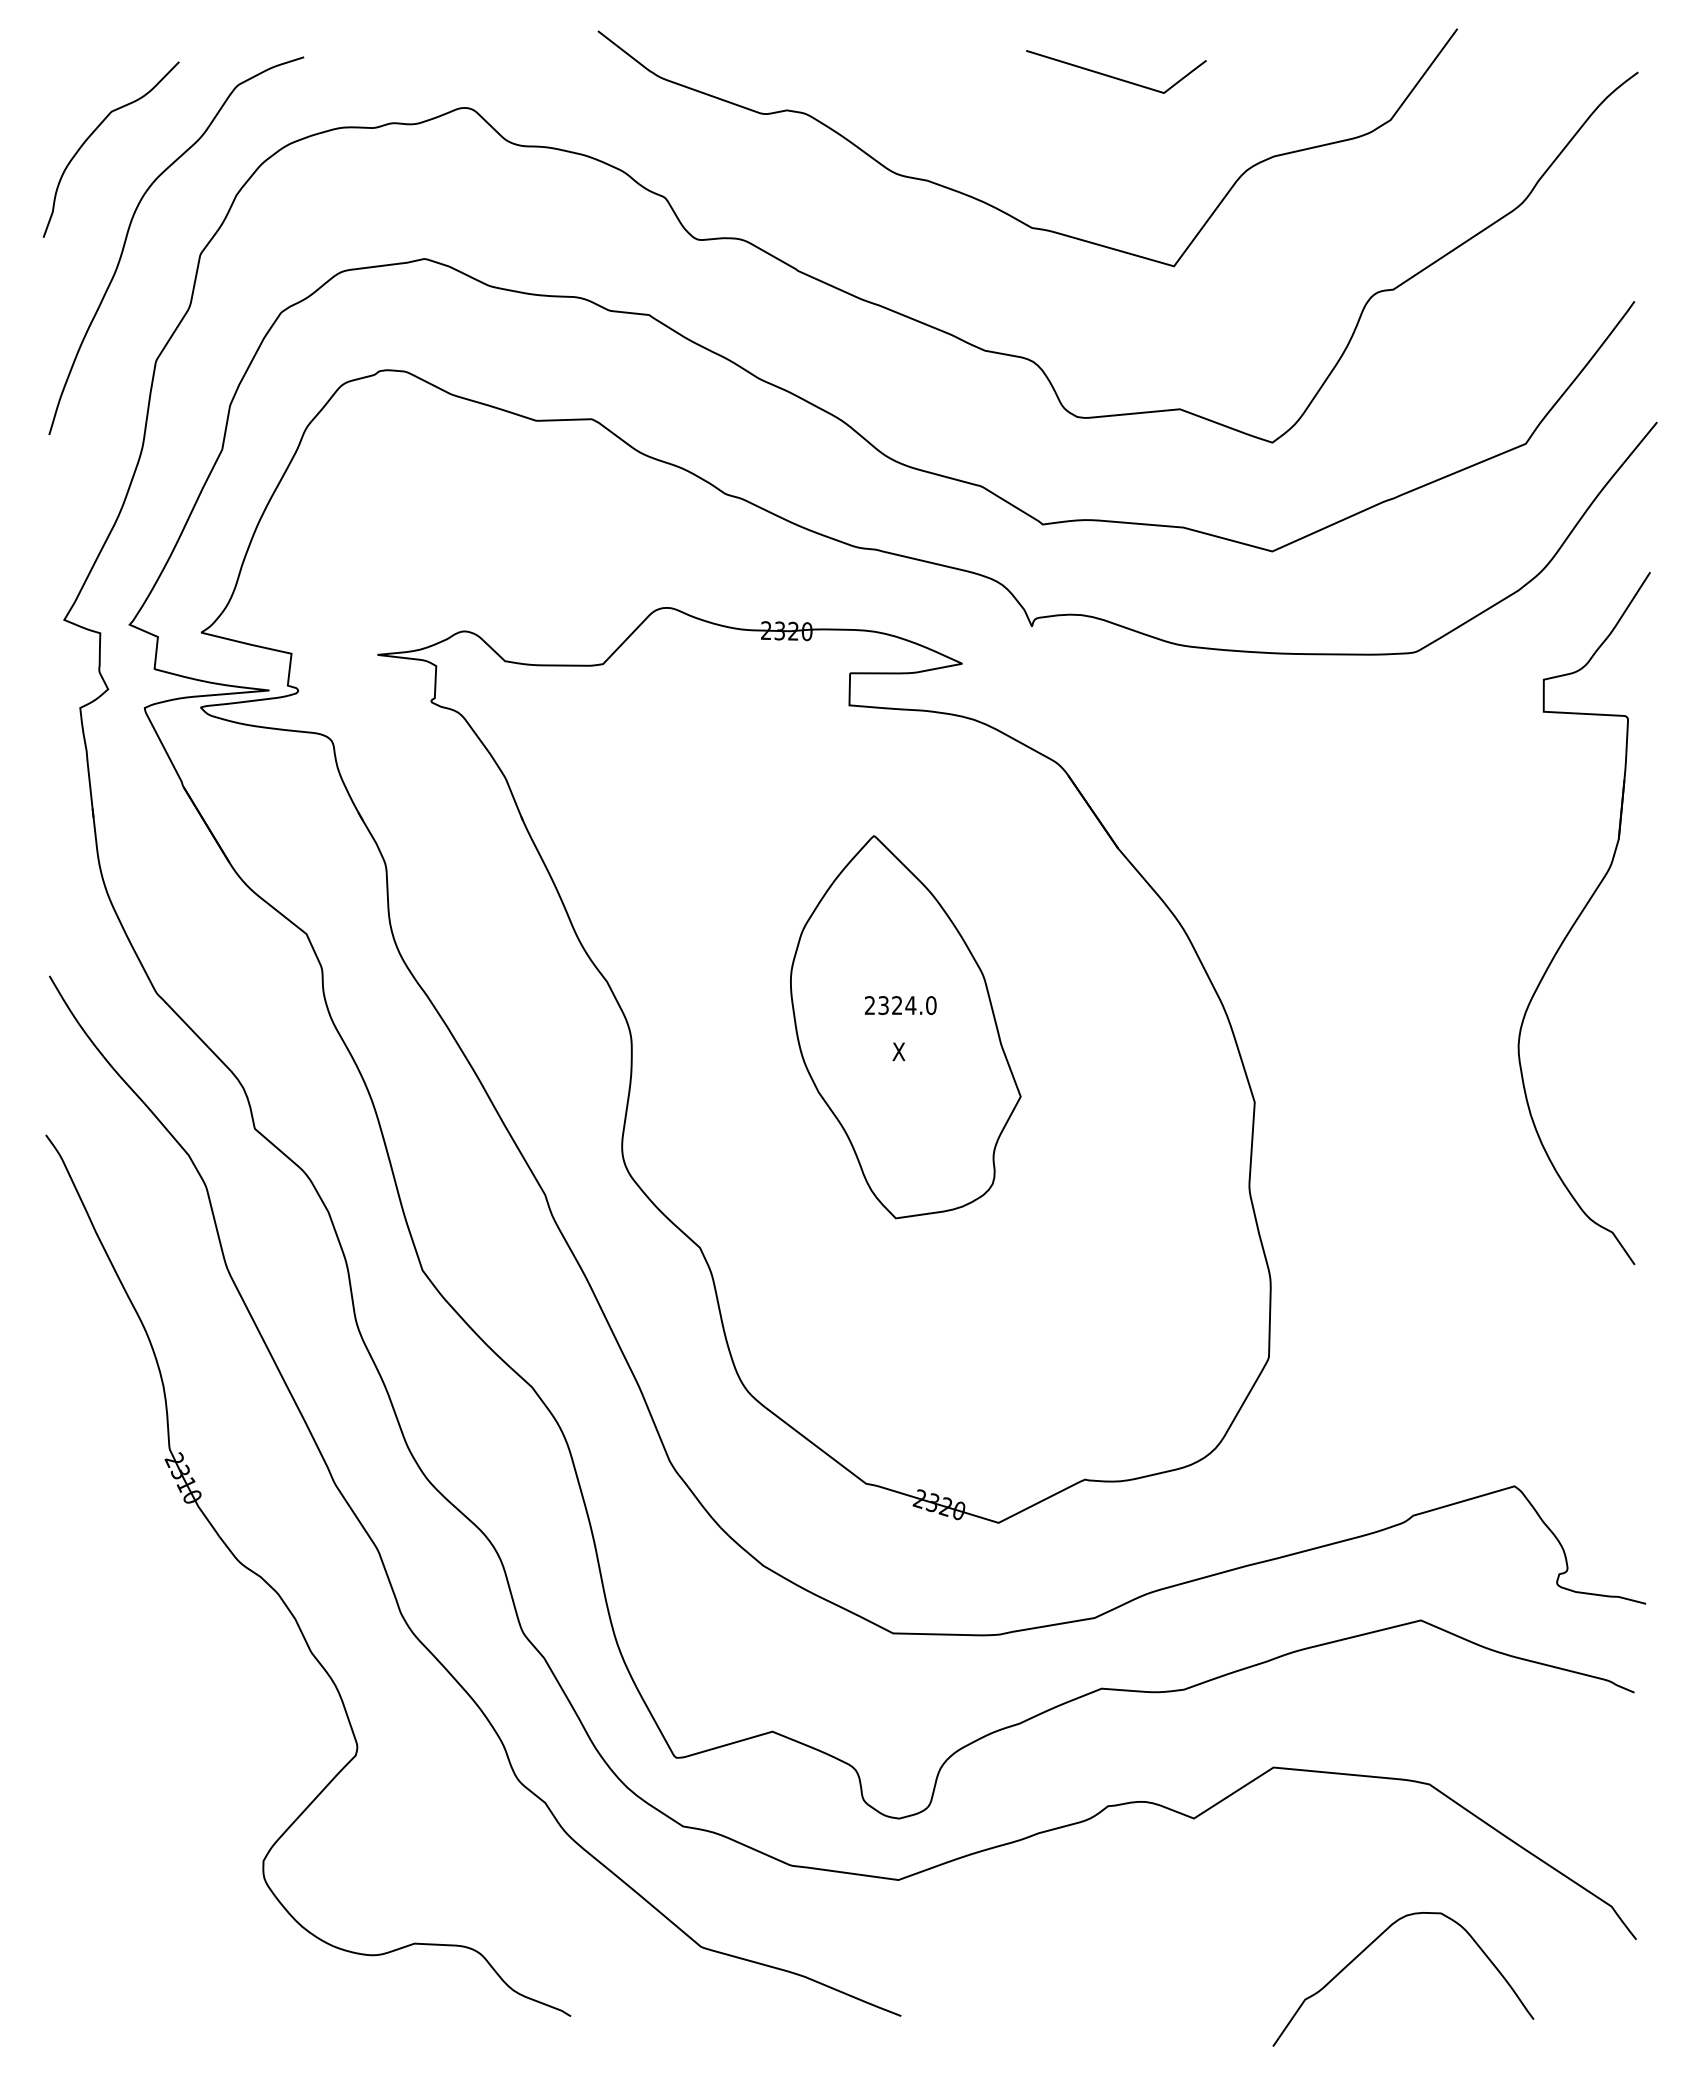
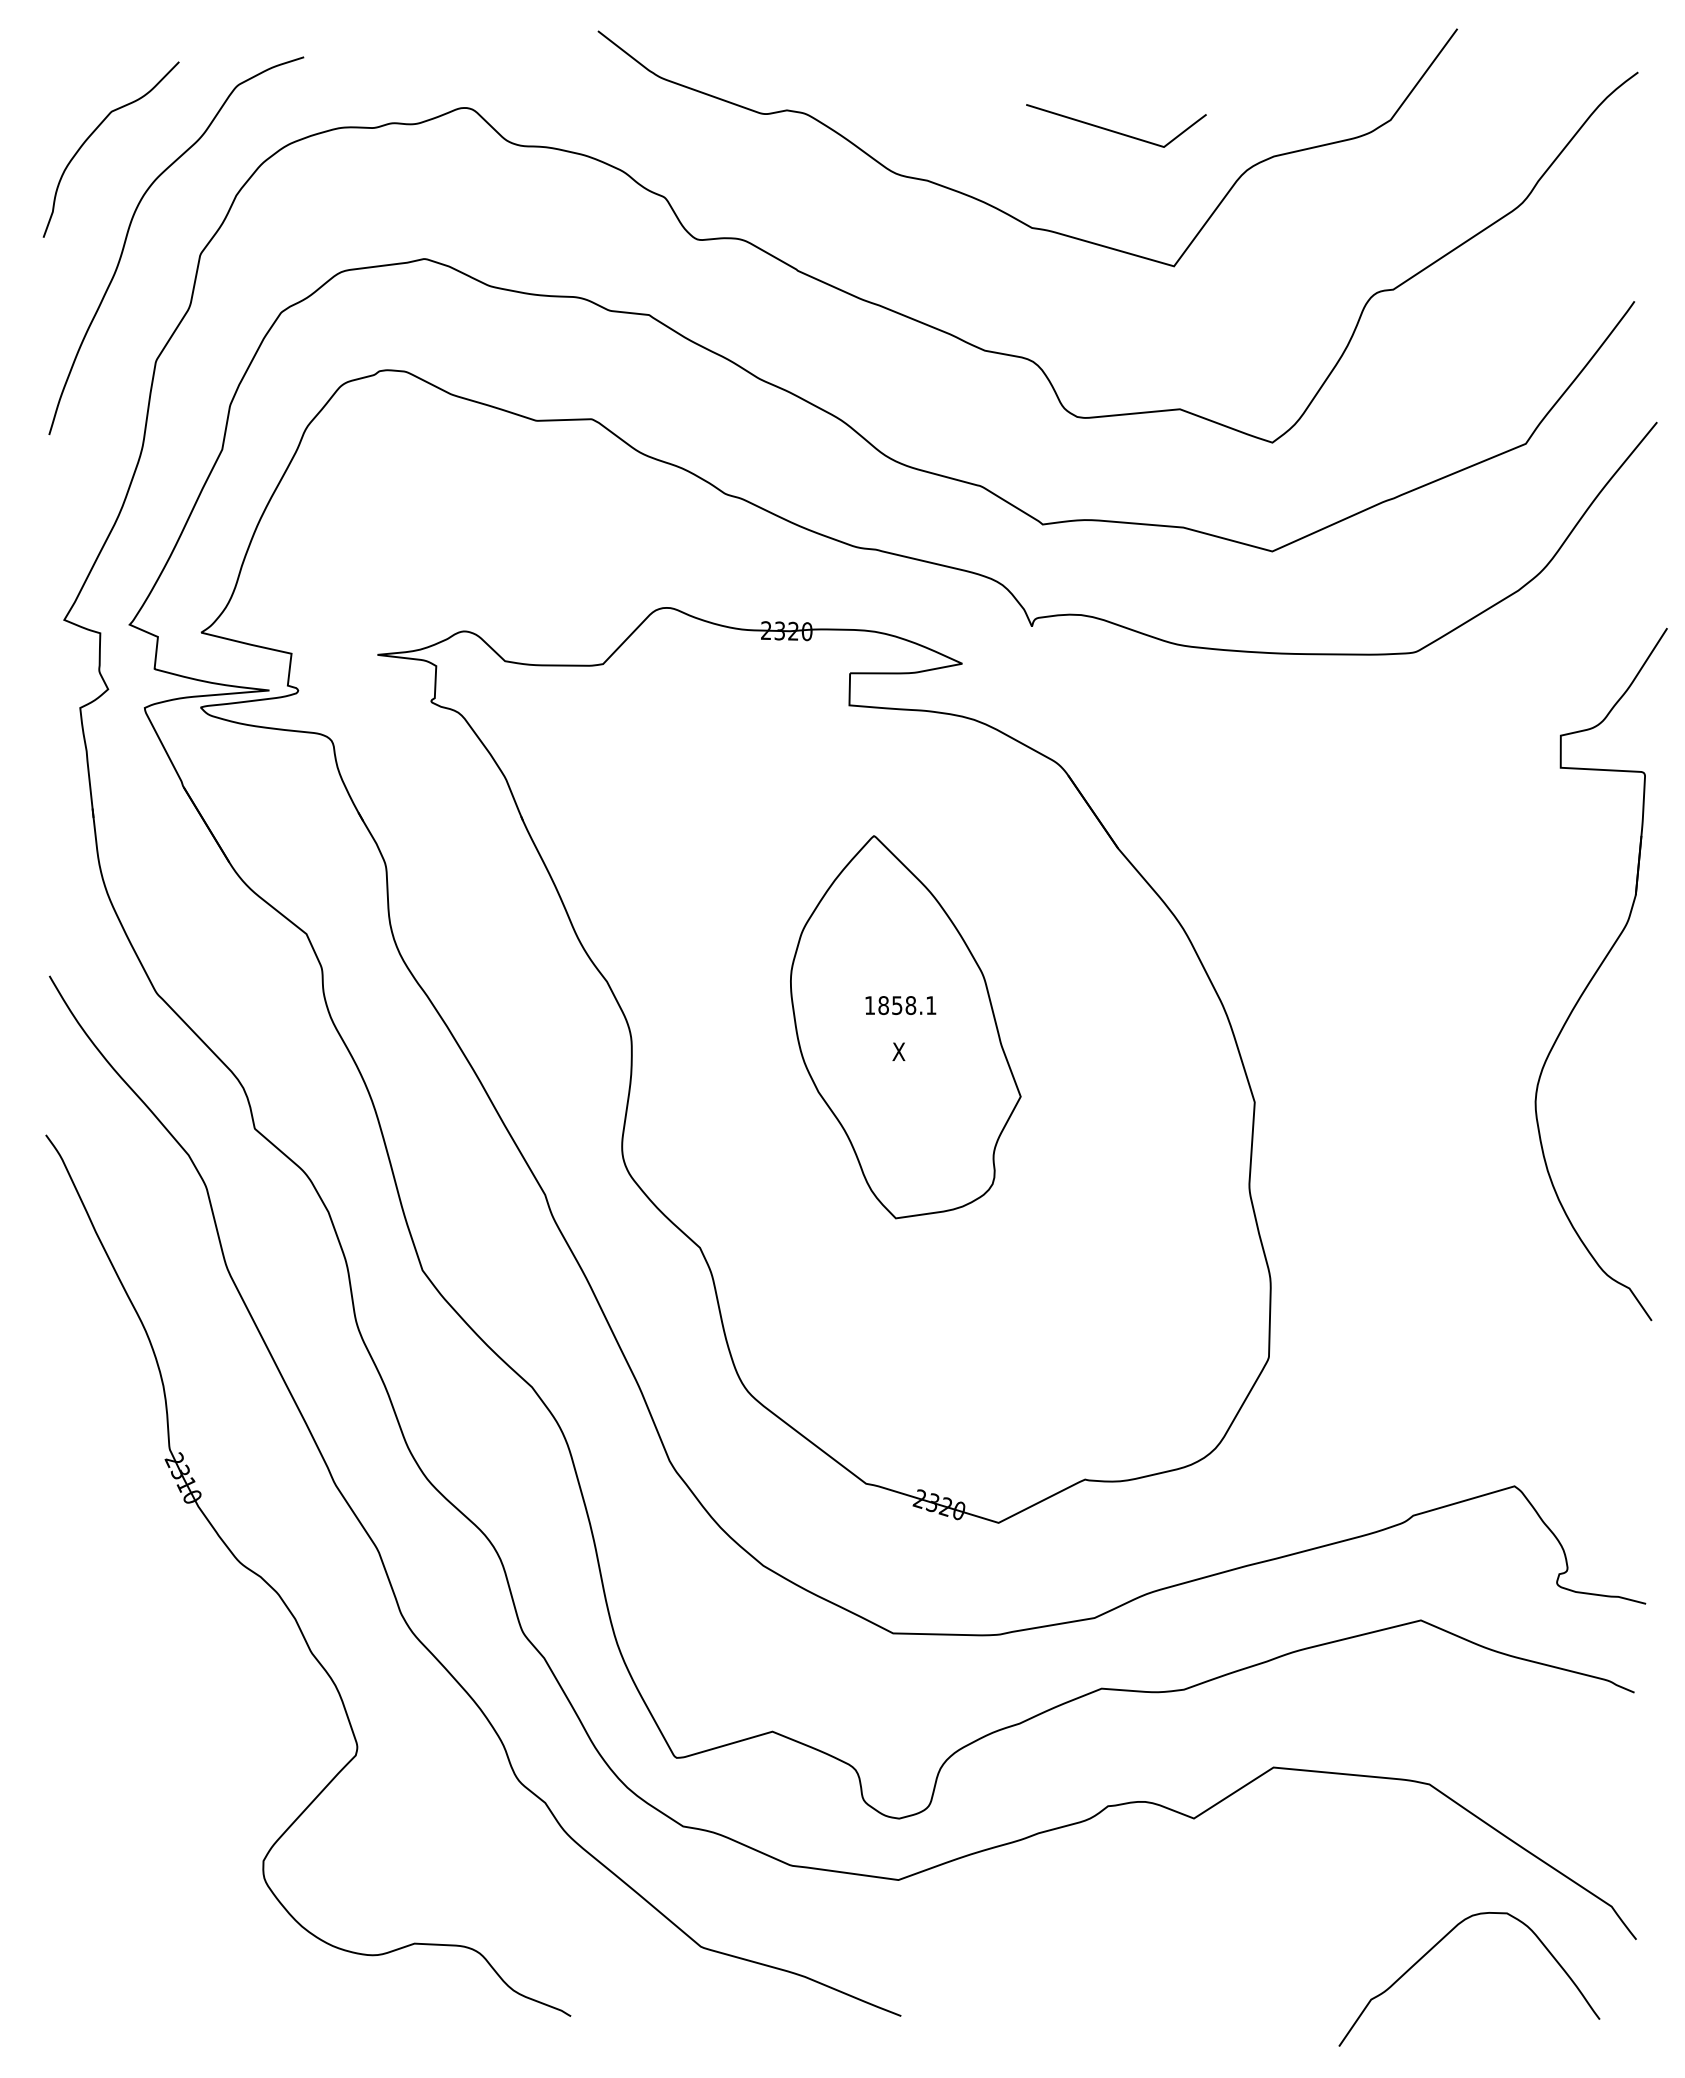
curve at (1114, 76) position: (1114, 76) -> (1114, 130)
part at (1583, 918) position: (1583, 918) -> (1600, 974)
text at (900, 1005): 2324.0 -> 1858.1
curve at (1375, 1941) position: (1375, 1941) -> (1441, 1941)
